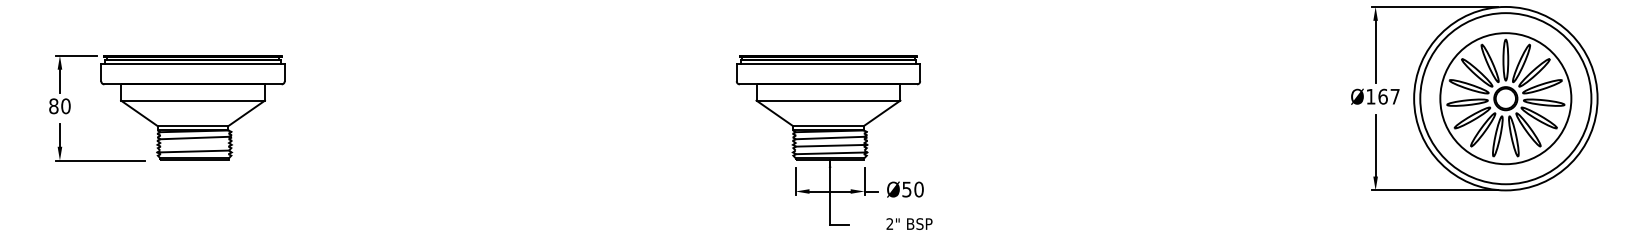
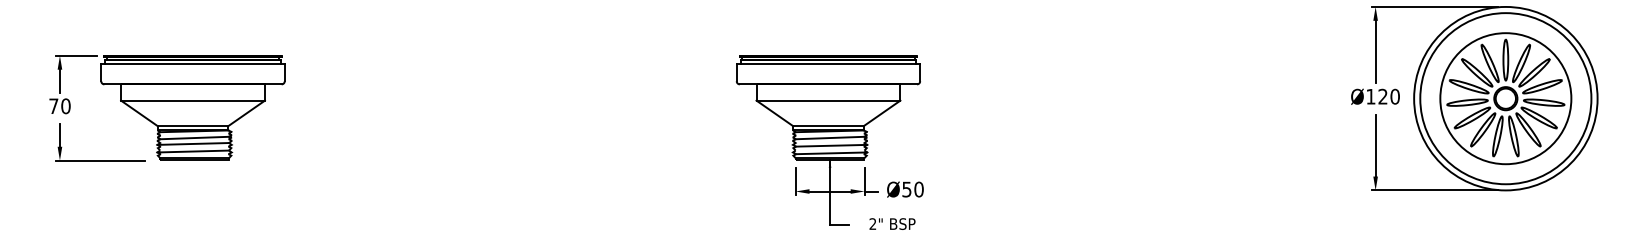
text at (1388, 96): Ø167 -> Ø120
text at (53, 106): 80 -> 70
line at (193, 143): none -> present
text at (909, 223) position: (909, 223) -> (892, 223)
